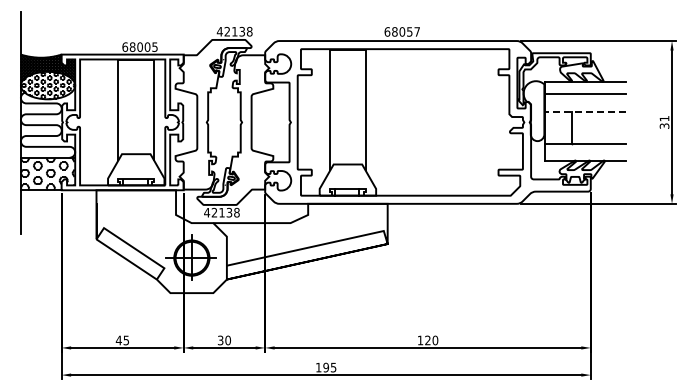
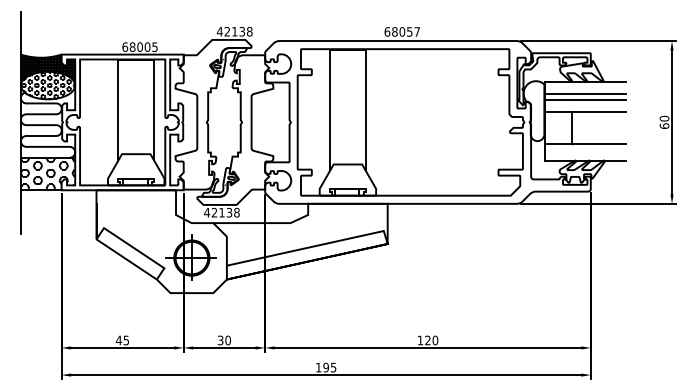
line at (585, 100): none -> present
line at (585, 111): dashed -> solid
text at (664, 121): 31 -> 60
